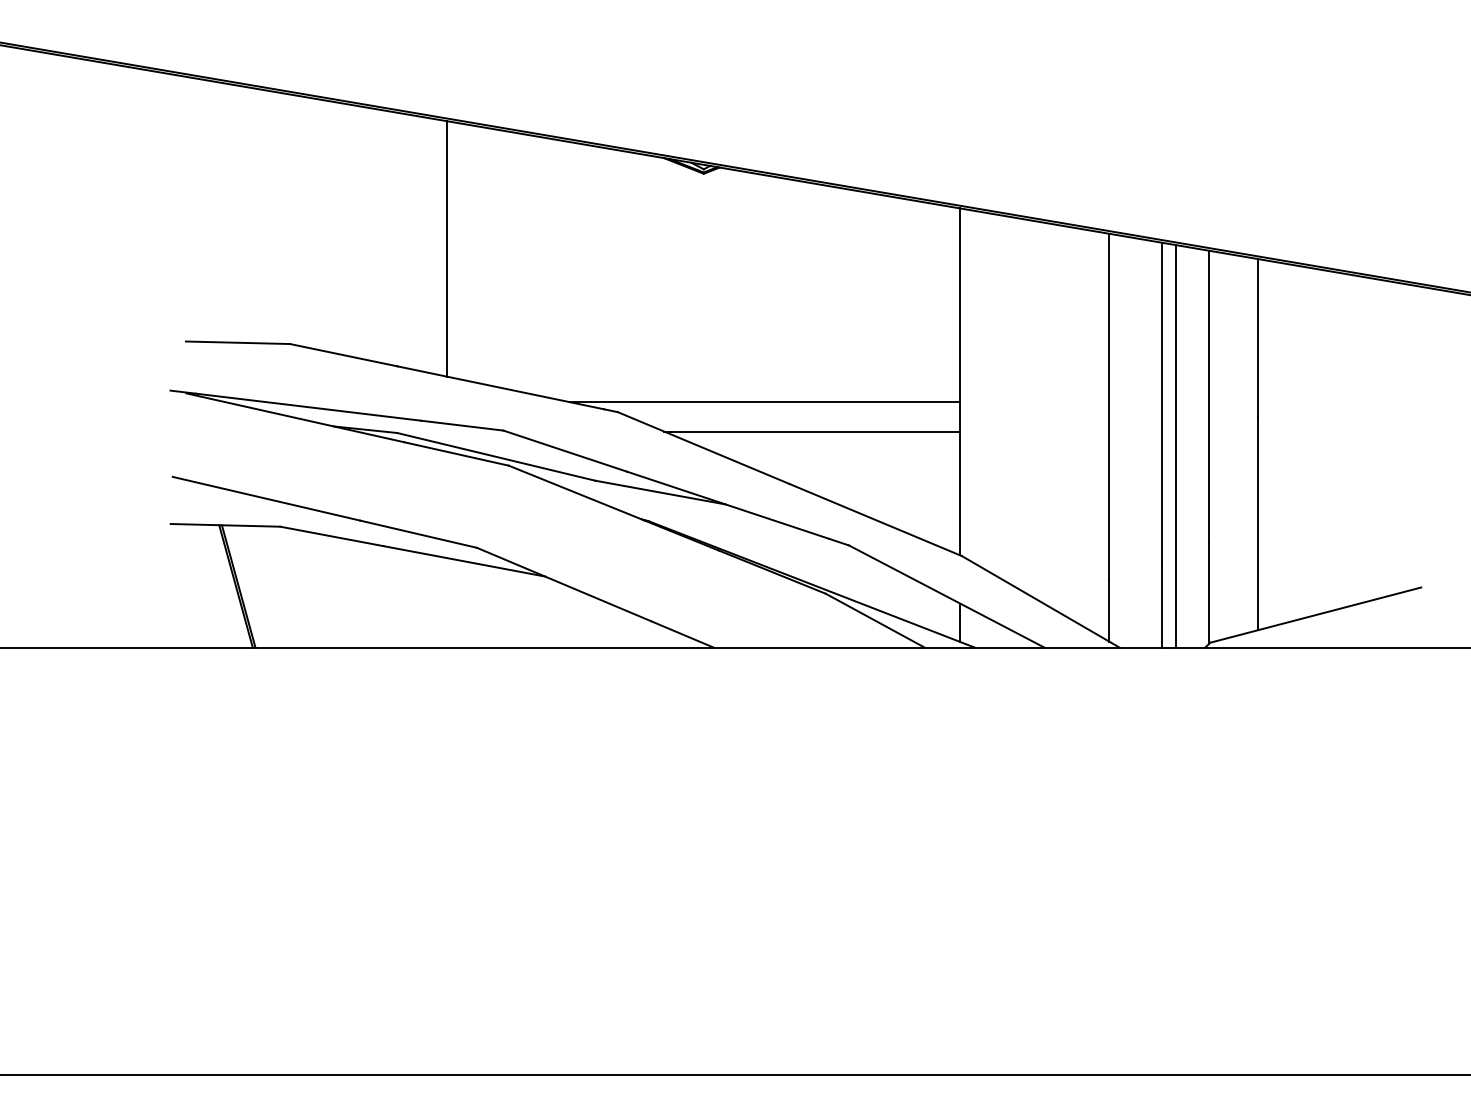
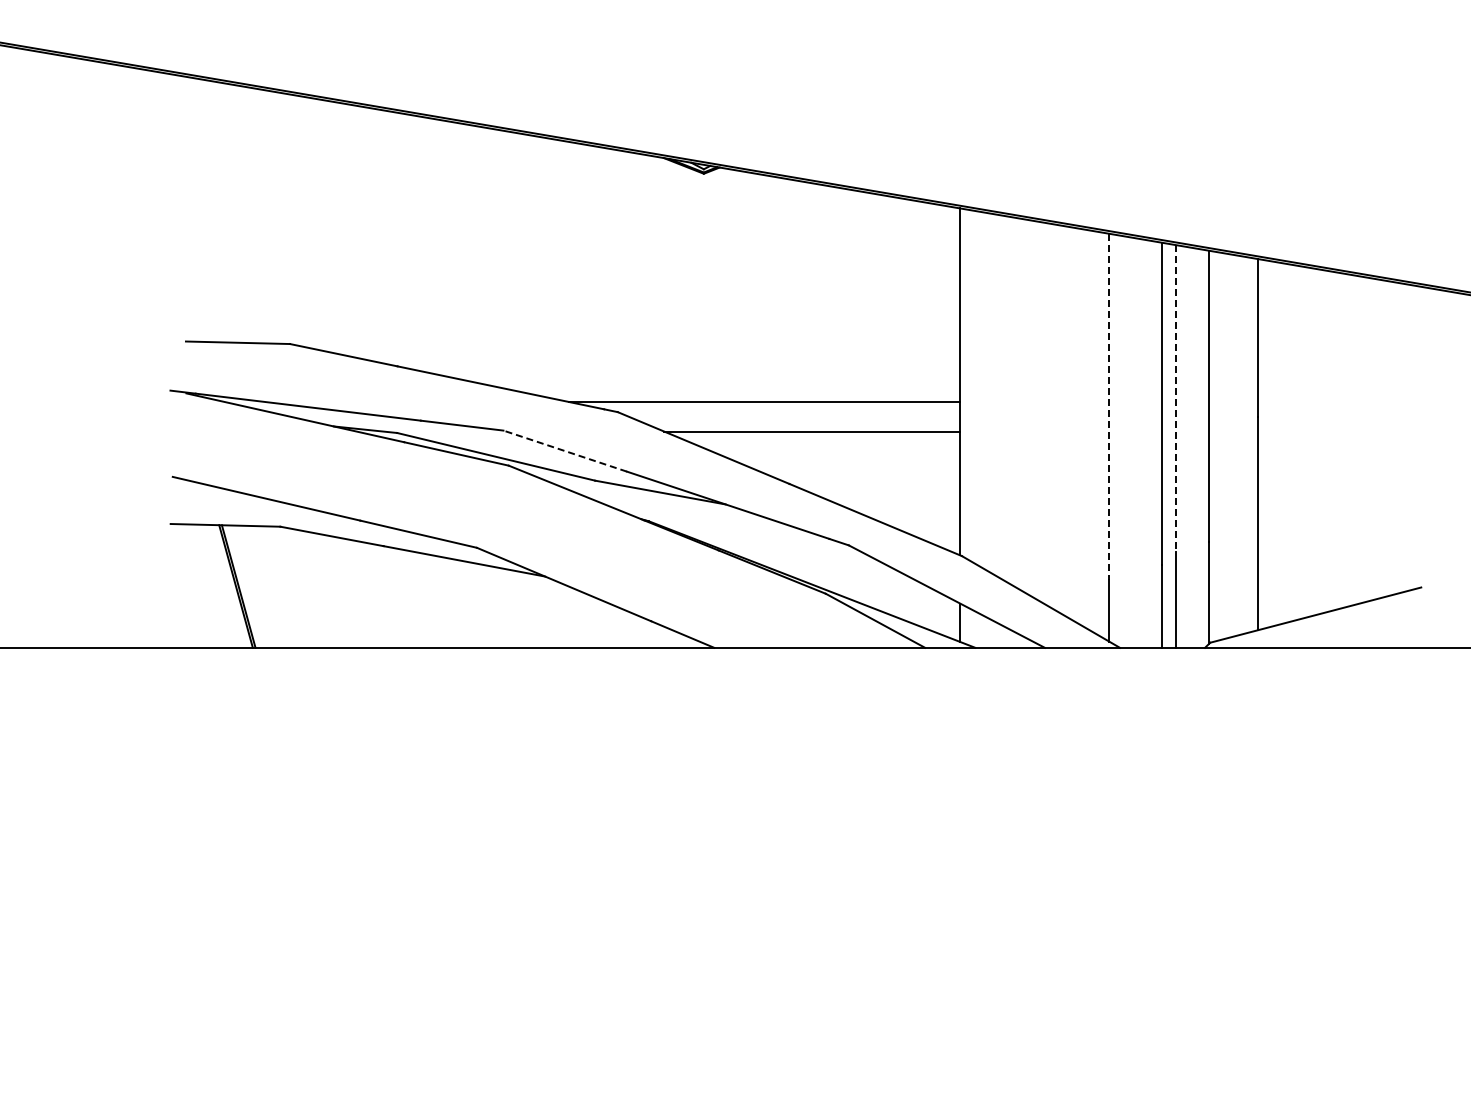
line at (447, 248): present -> none
line at (1176, 399): solid -> dashed
line at (1109, 407): solid -> dashed
line at (564, 450): solid -> dashed
line at (734, 1075): present -> none
